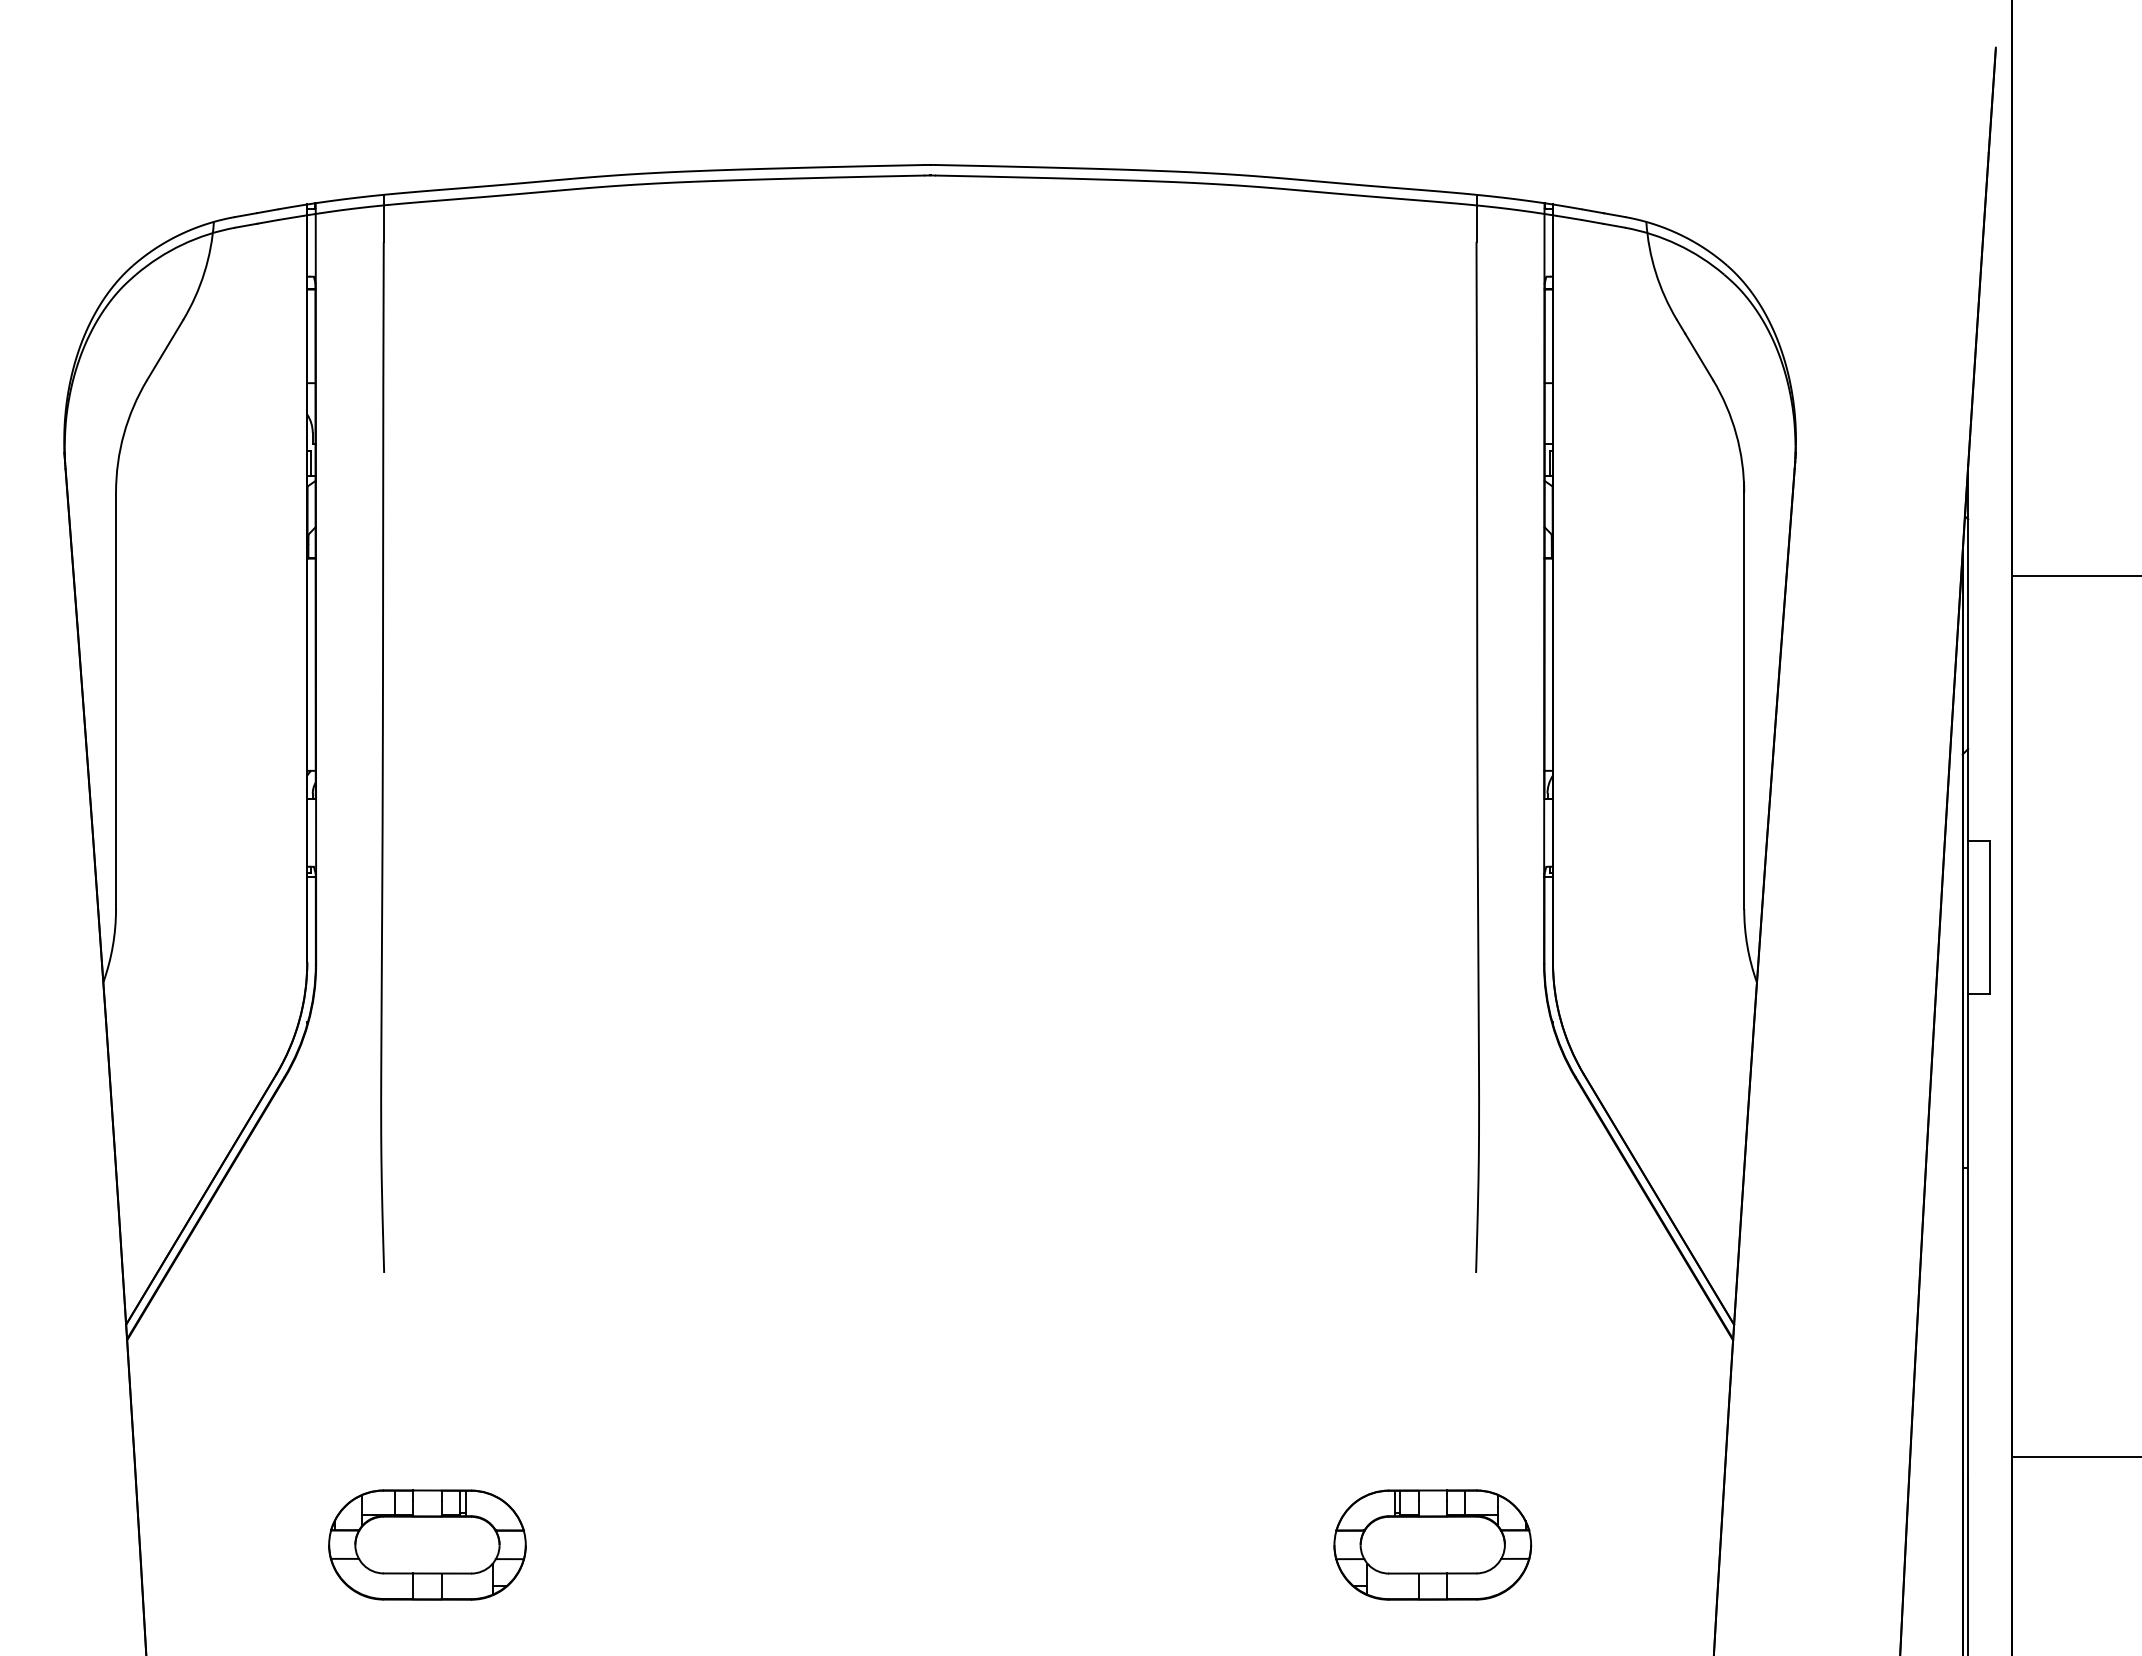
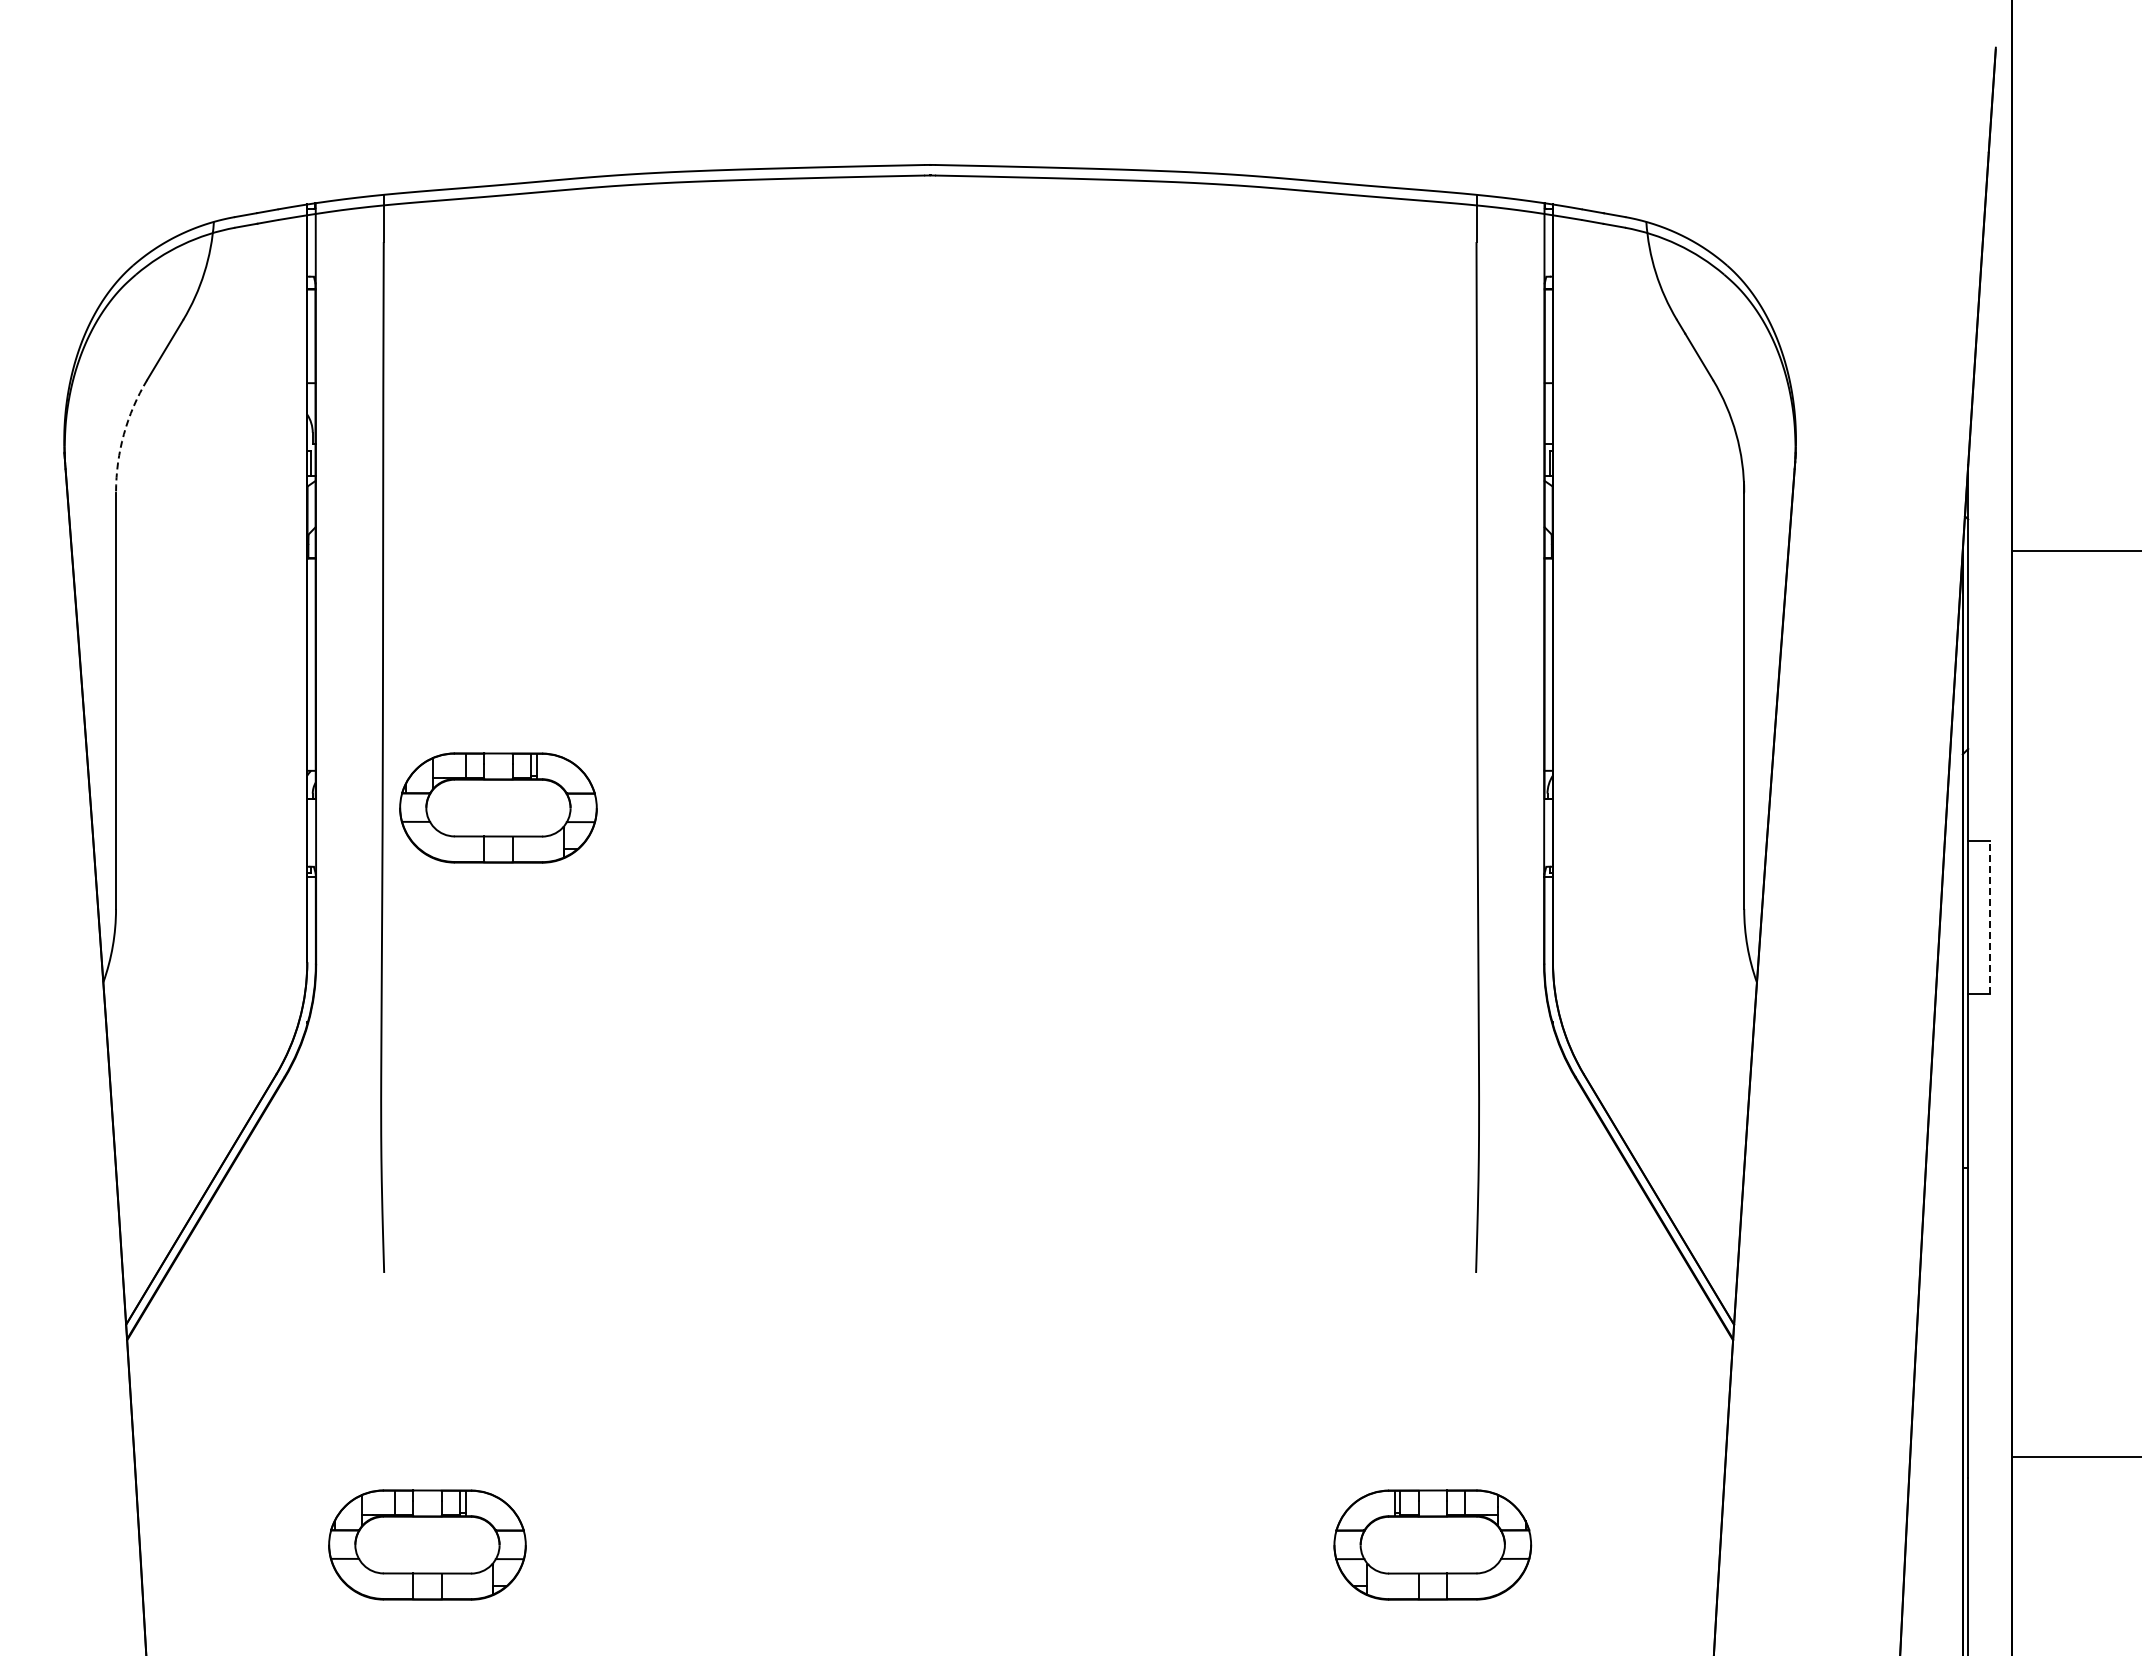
arc at (123, 434): solid -> dashed
line at (2074, 575) position: (2074, 575) -> (2074, 550)
part at (498, 807): none -> present
line at (1990, 916): solid -> dashed
